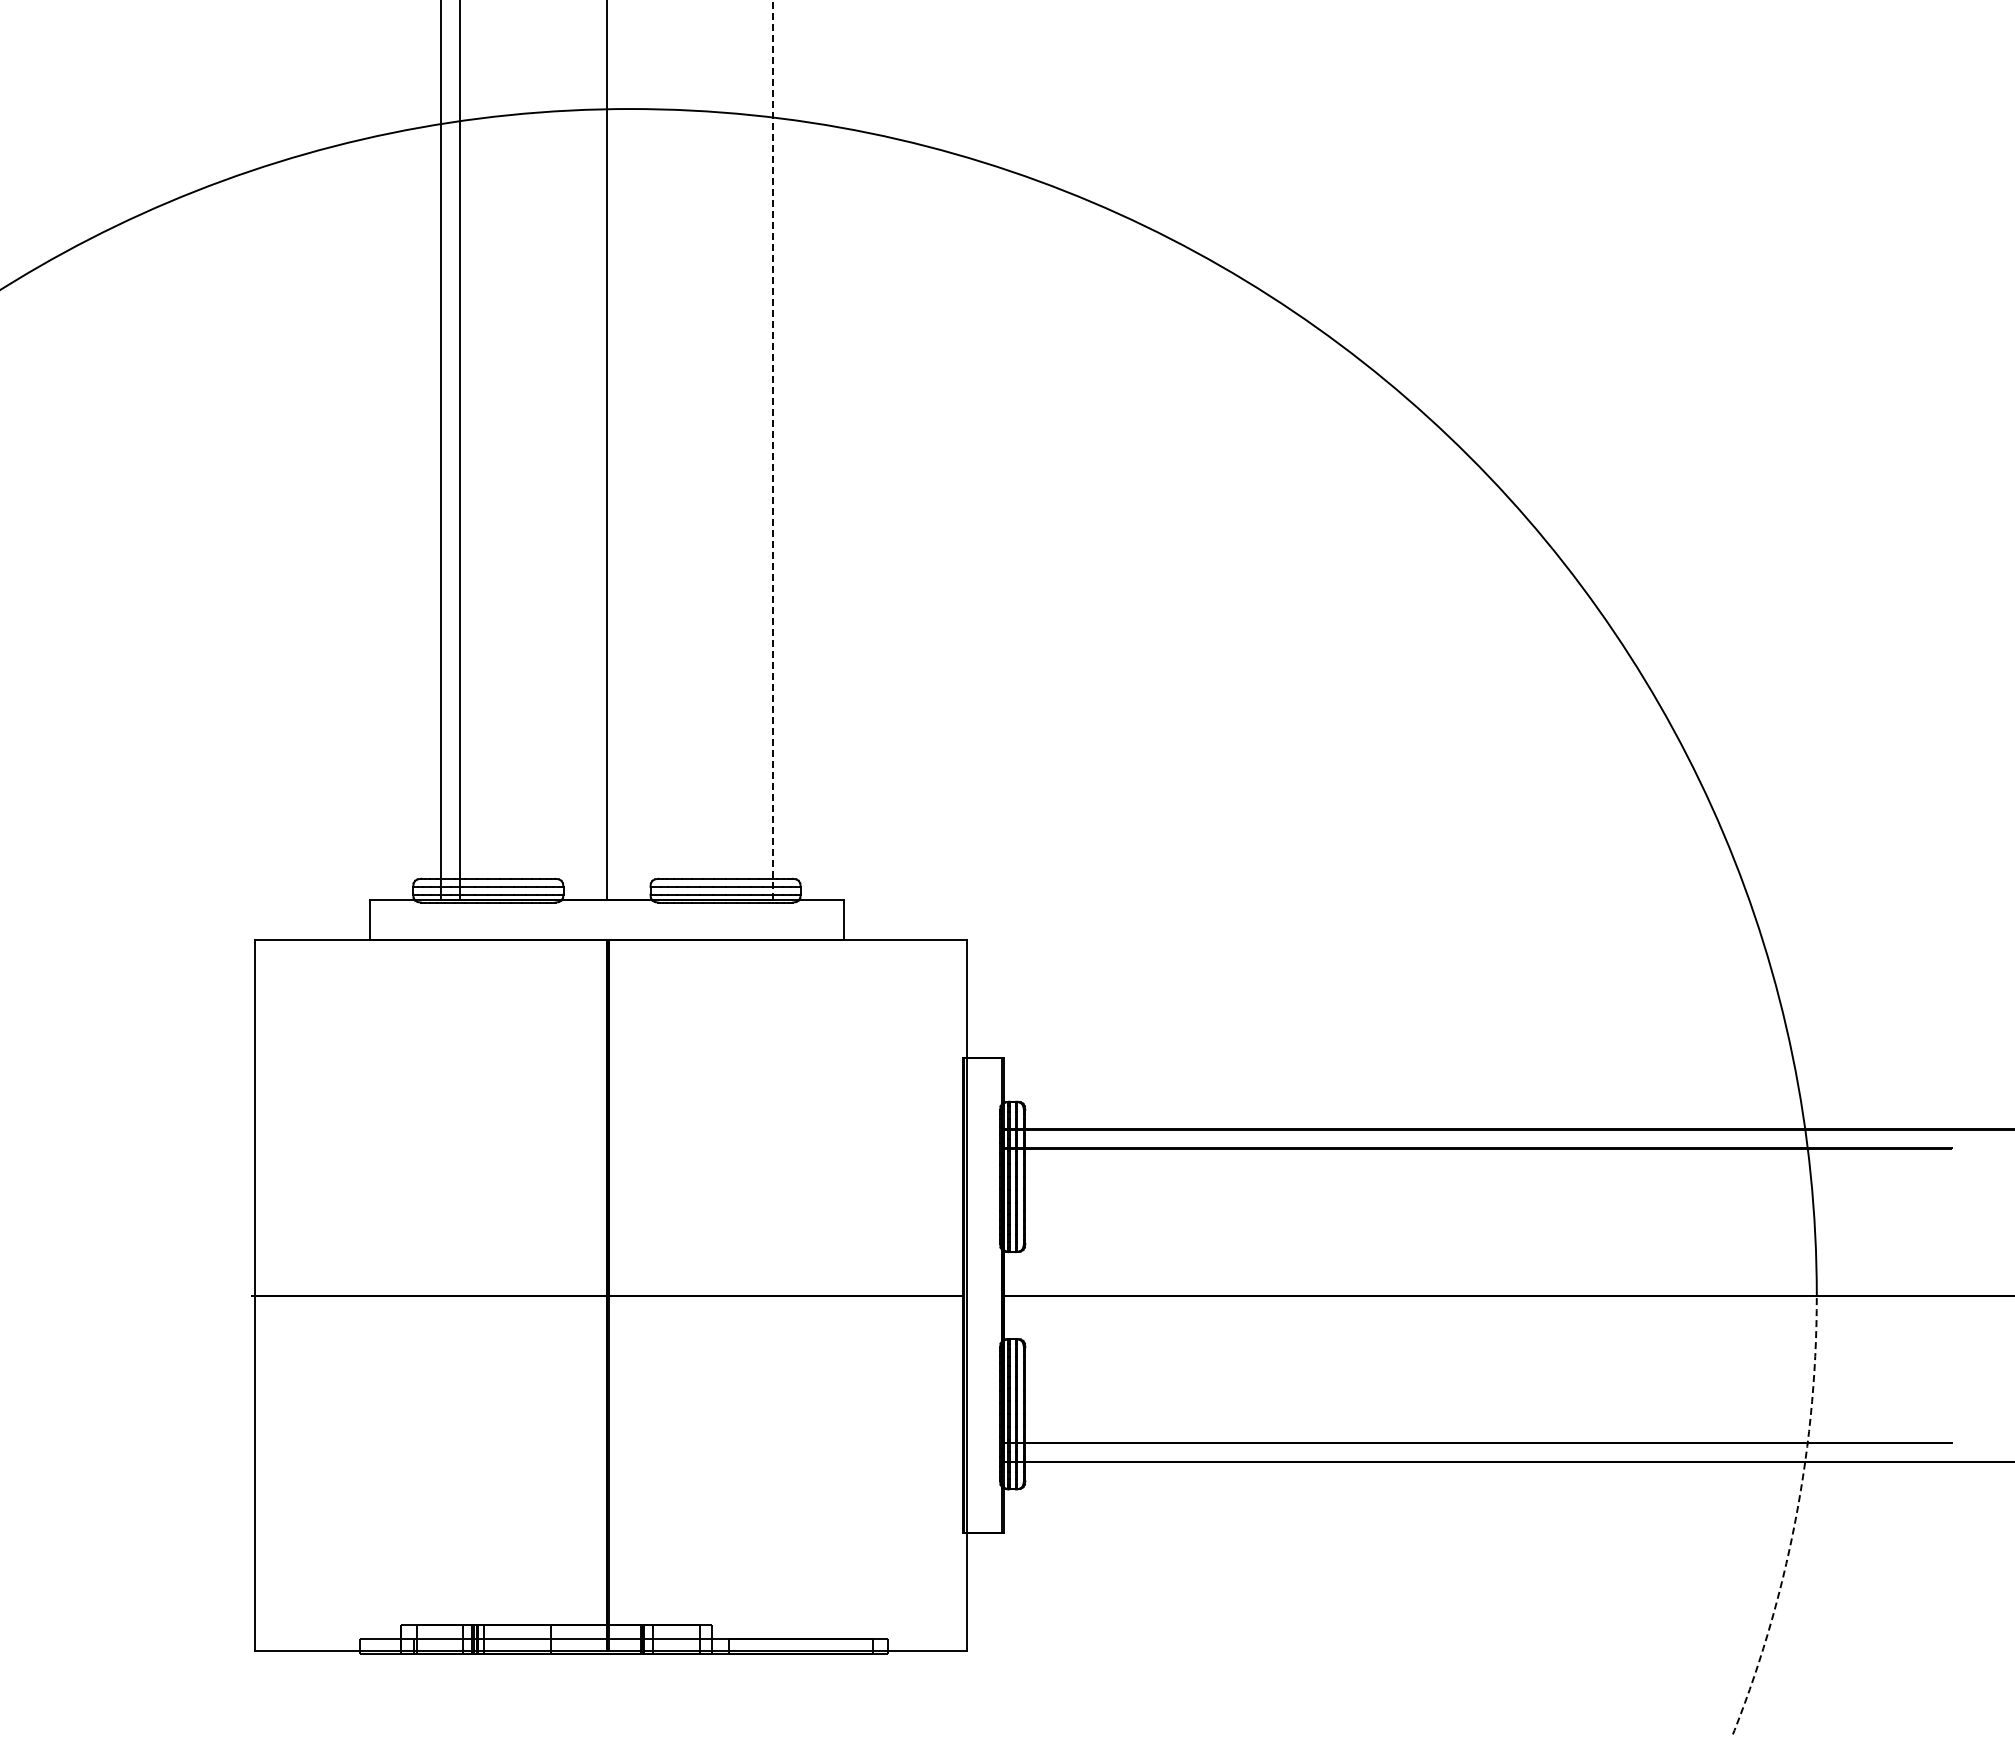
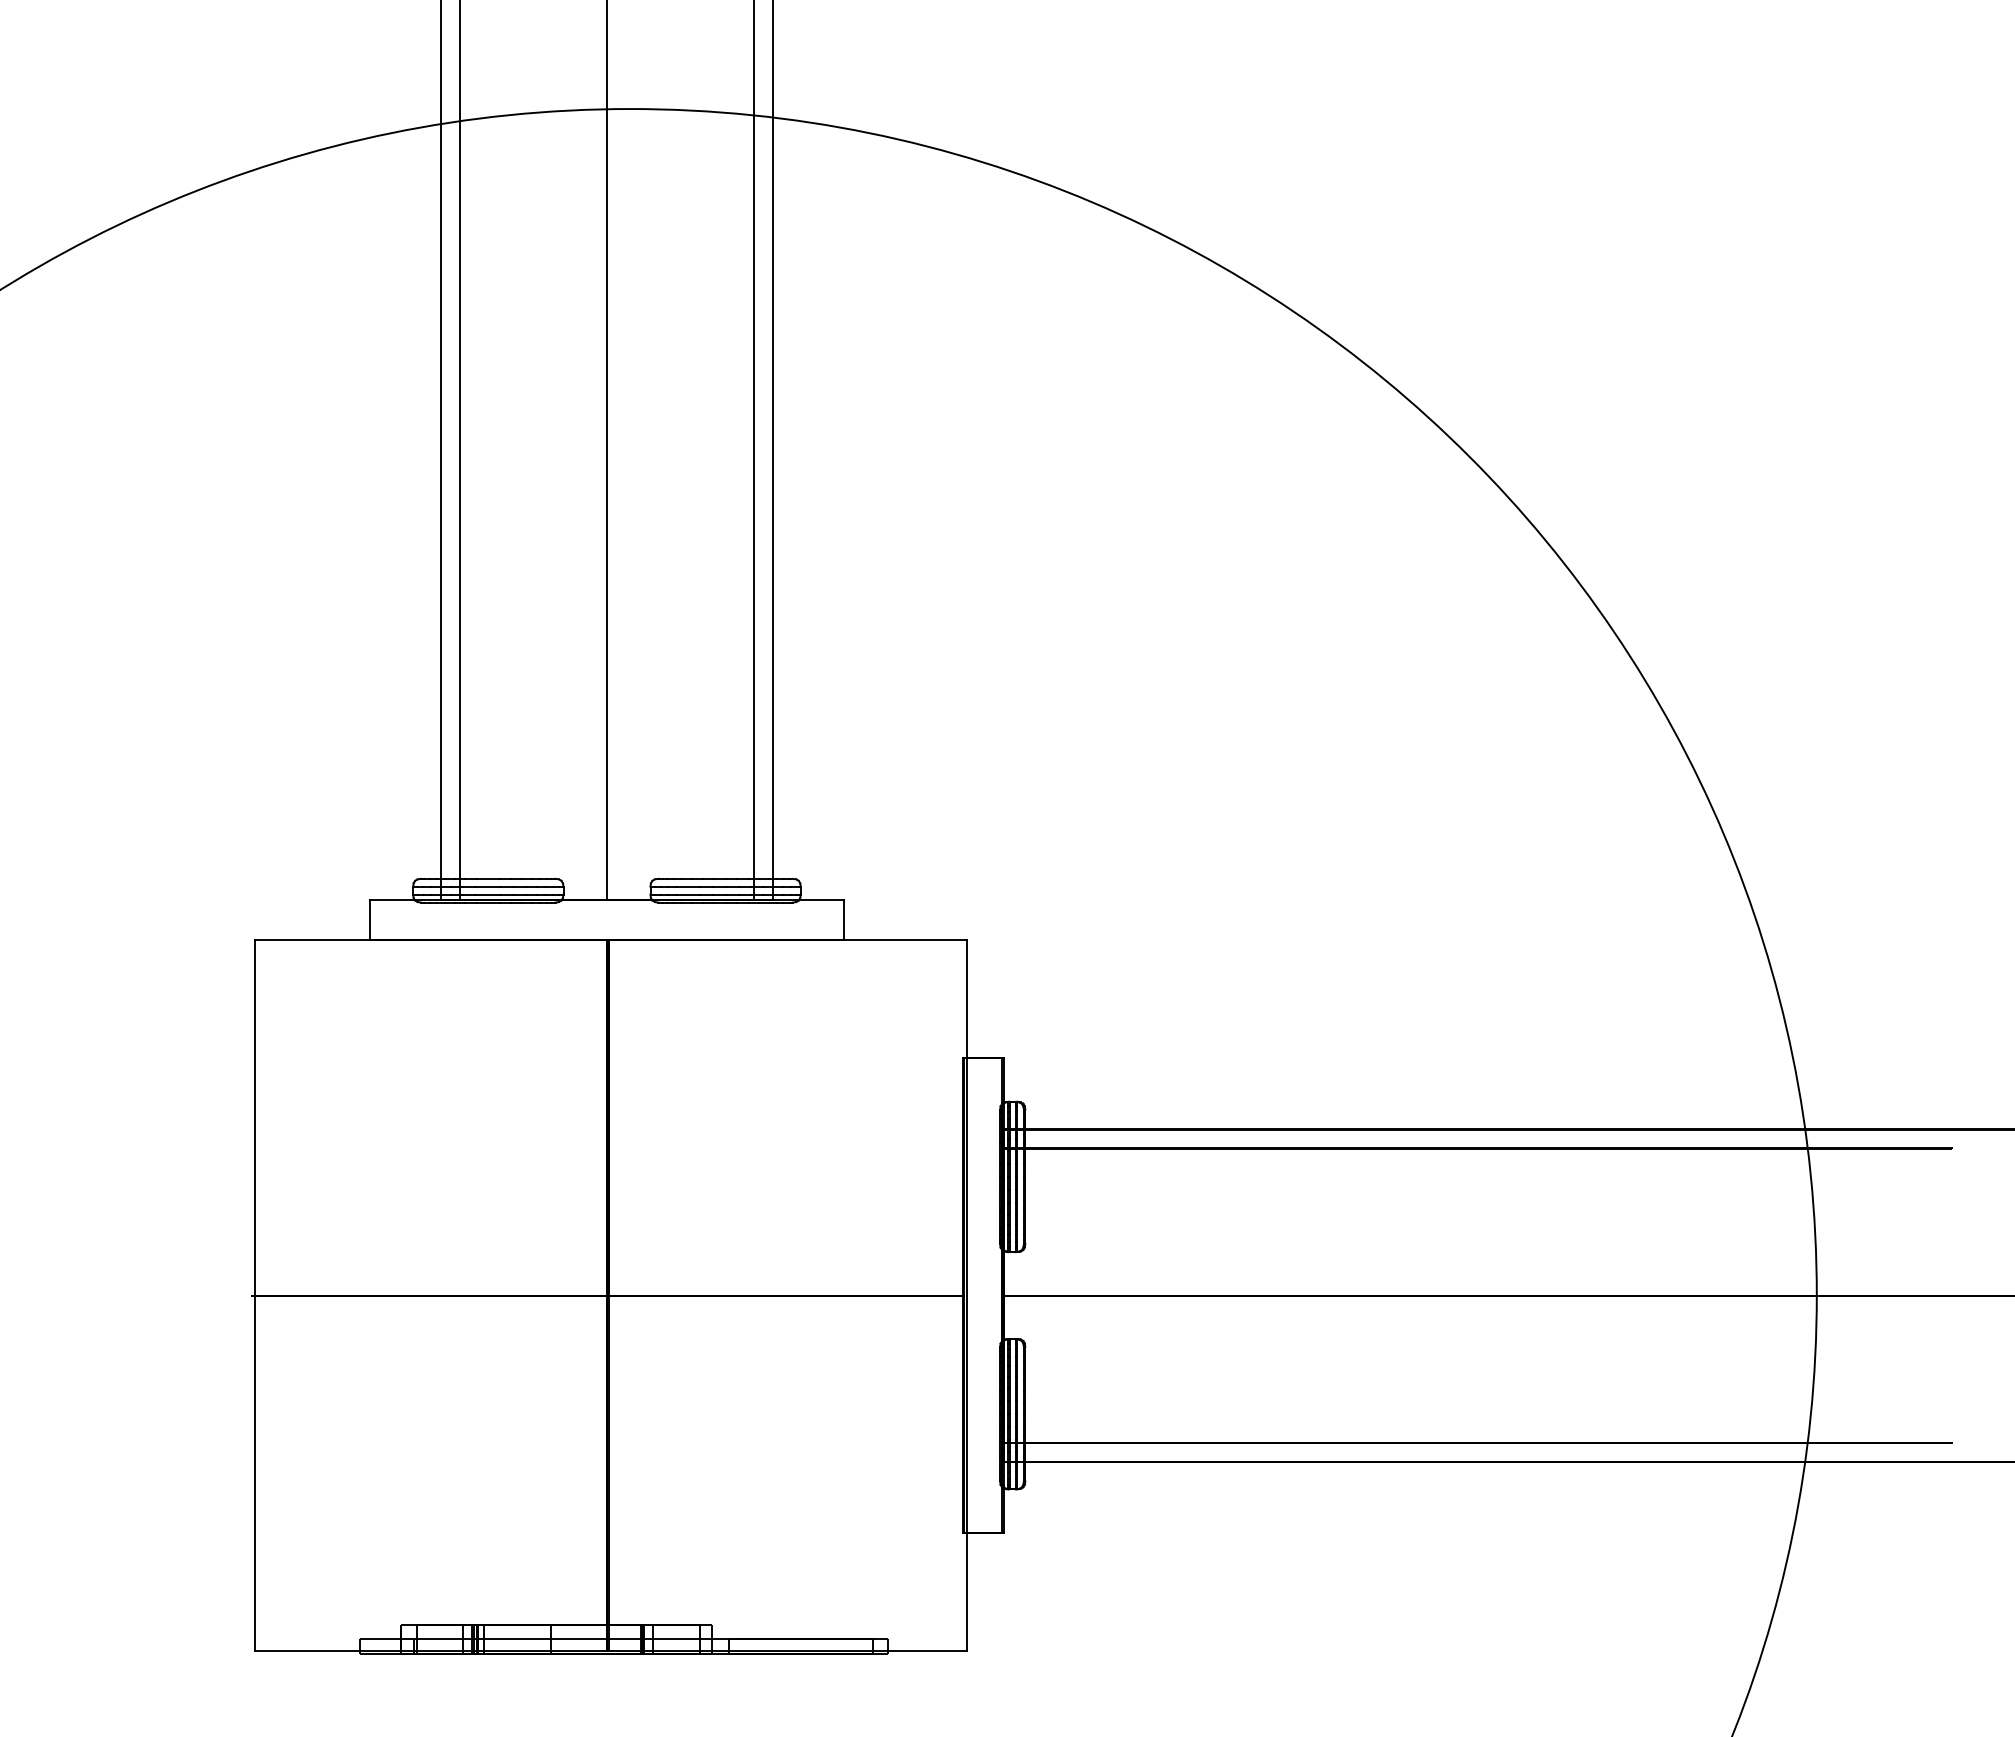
line at (773, 450): dashed -> solid
line at (754, 451): none -> present
arc at (1795, 1520): dashed -> solid
